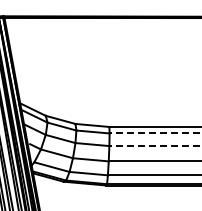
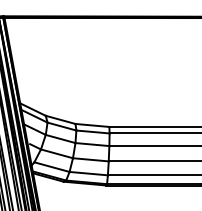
line at (155, 133): dashed -> solid
line at (155, 146): dashed -> solid
